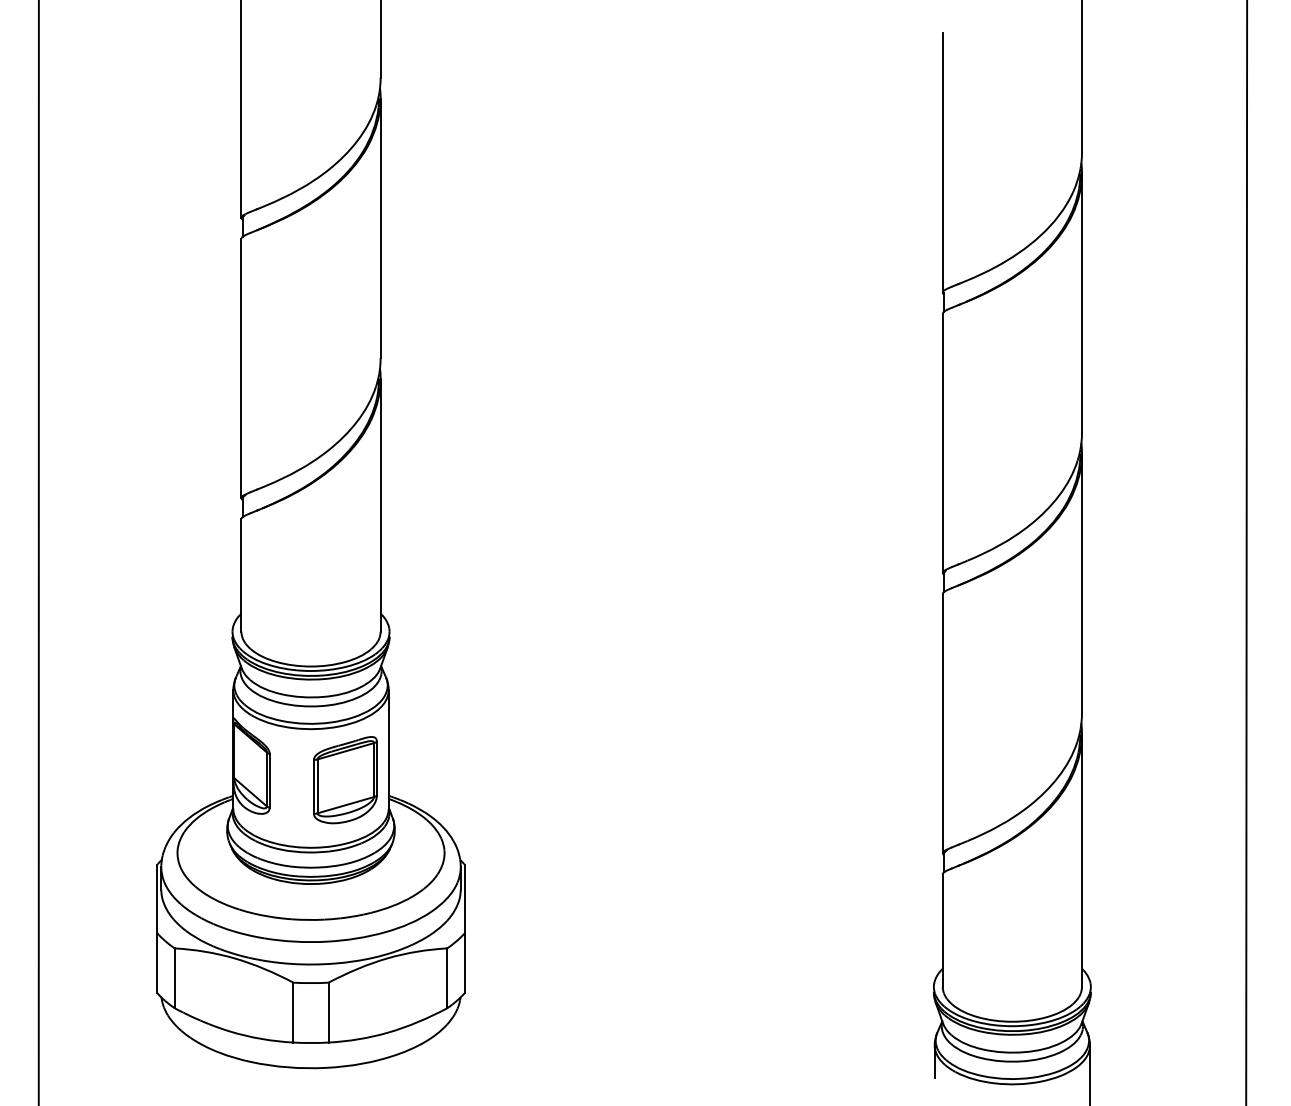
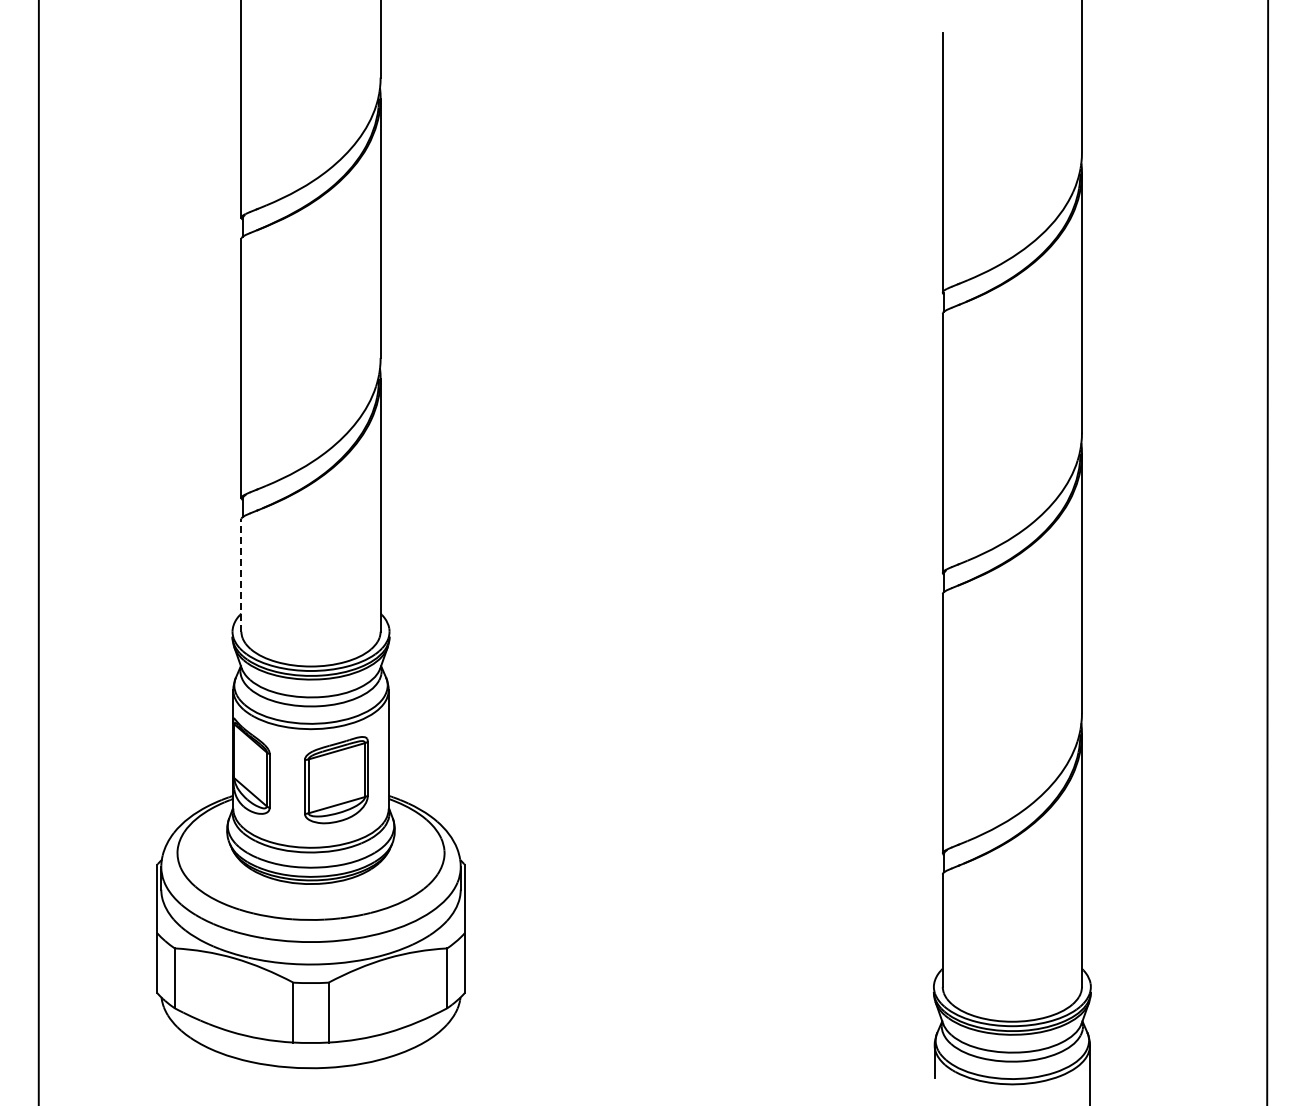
line at (1246, 552) position: (1246, 552) -> (1267, 552)
line at (241, 574): solid -> dashed
part at (345, 780) position: (345, 780) -> (336, 780)
